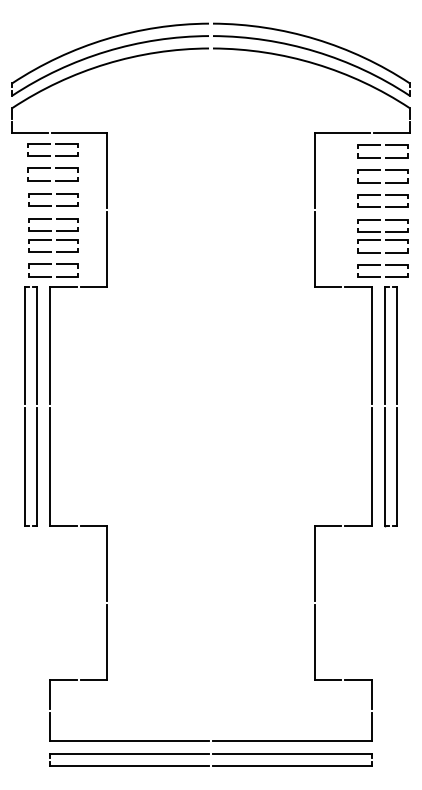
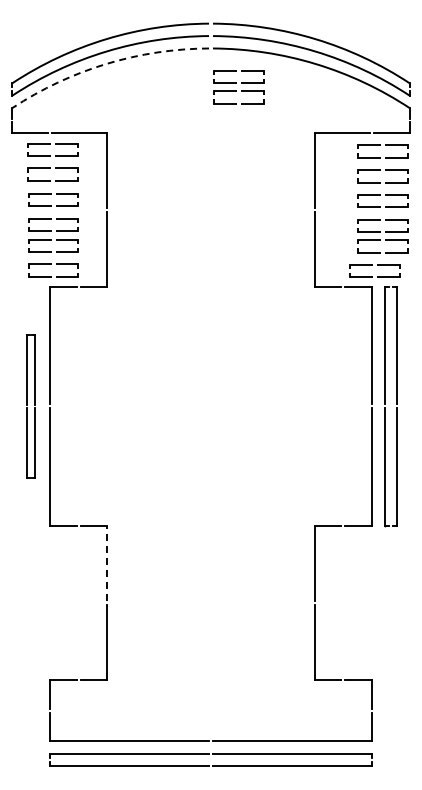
arc at (106, 63): solid -> dashed
part at (238, 87): none -> present
part at (382, 270) position: (382, 270) -> (374, 270)
part at (30, 406) size: 14x241 px -> 10x145 px
line at (107, 563): solid -> dashed
